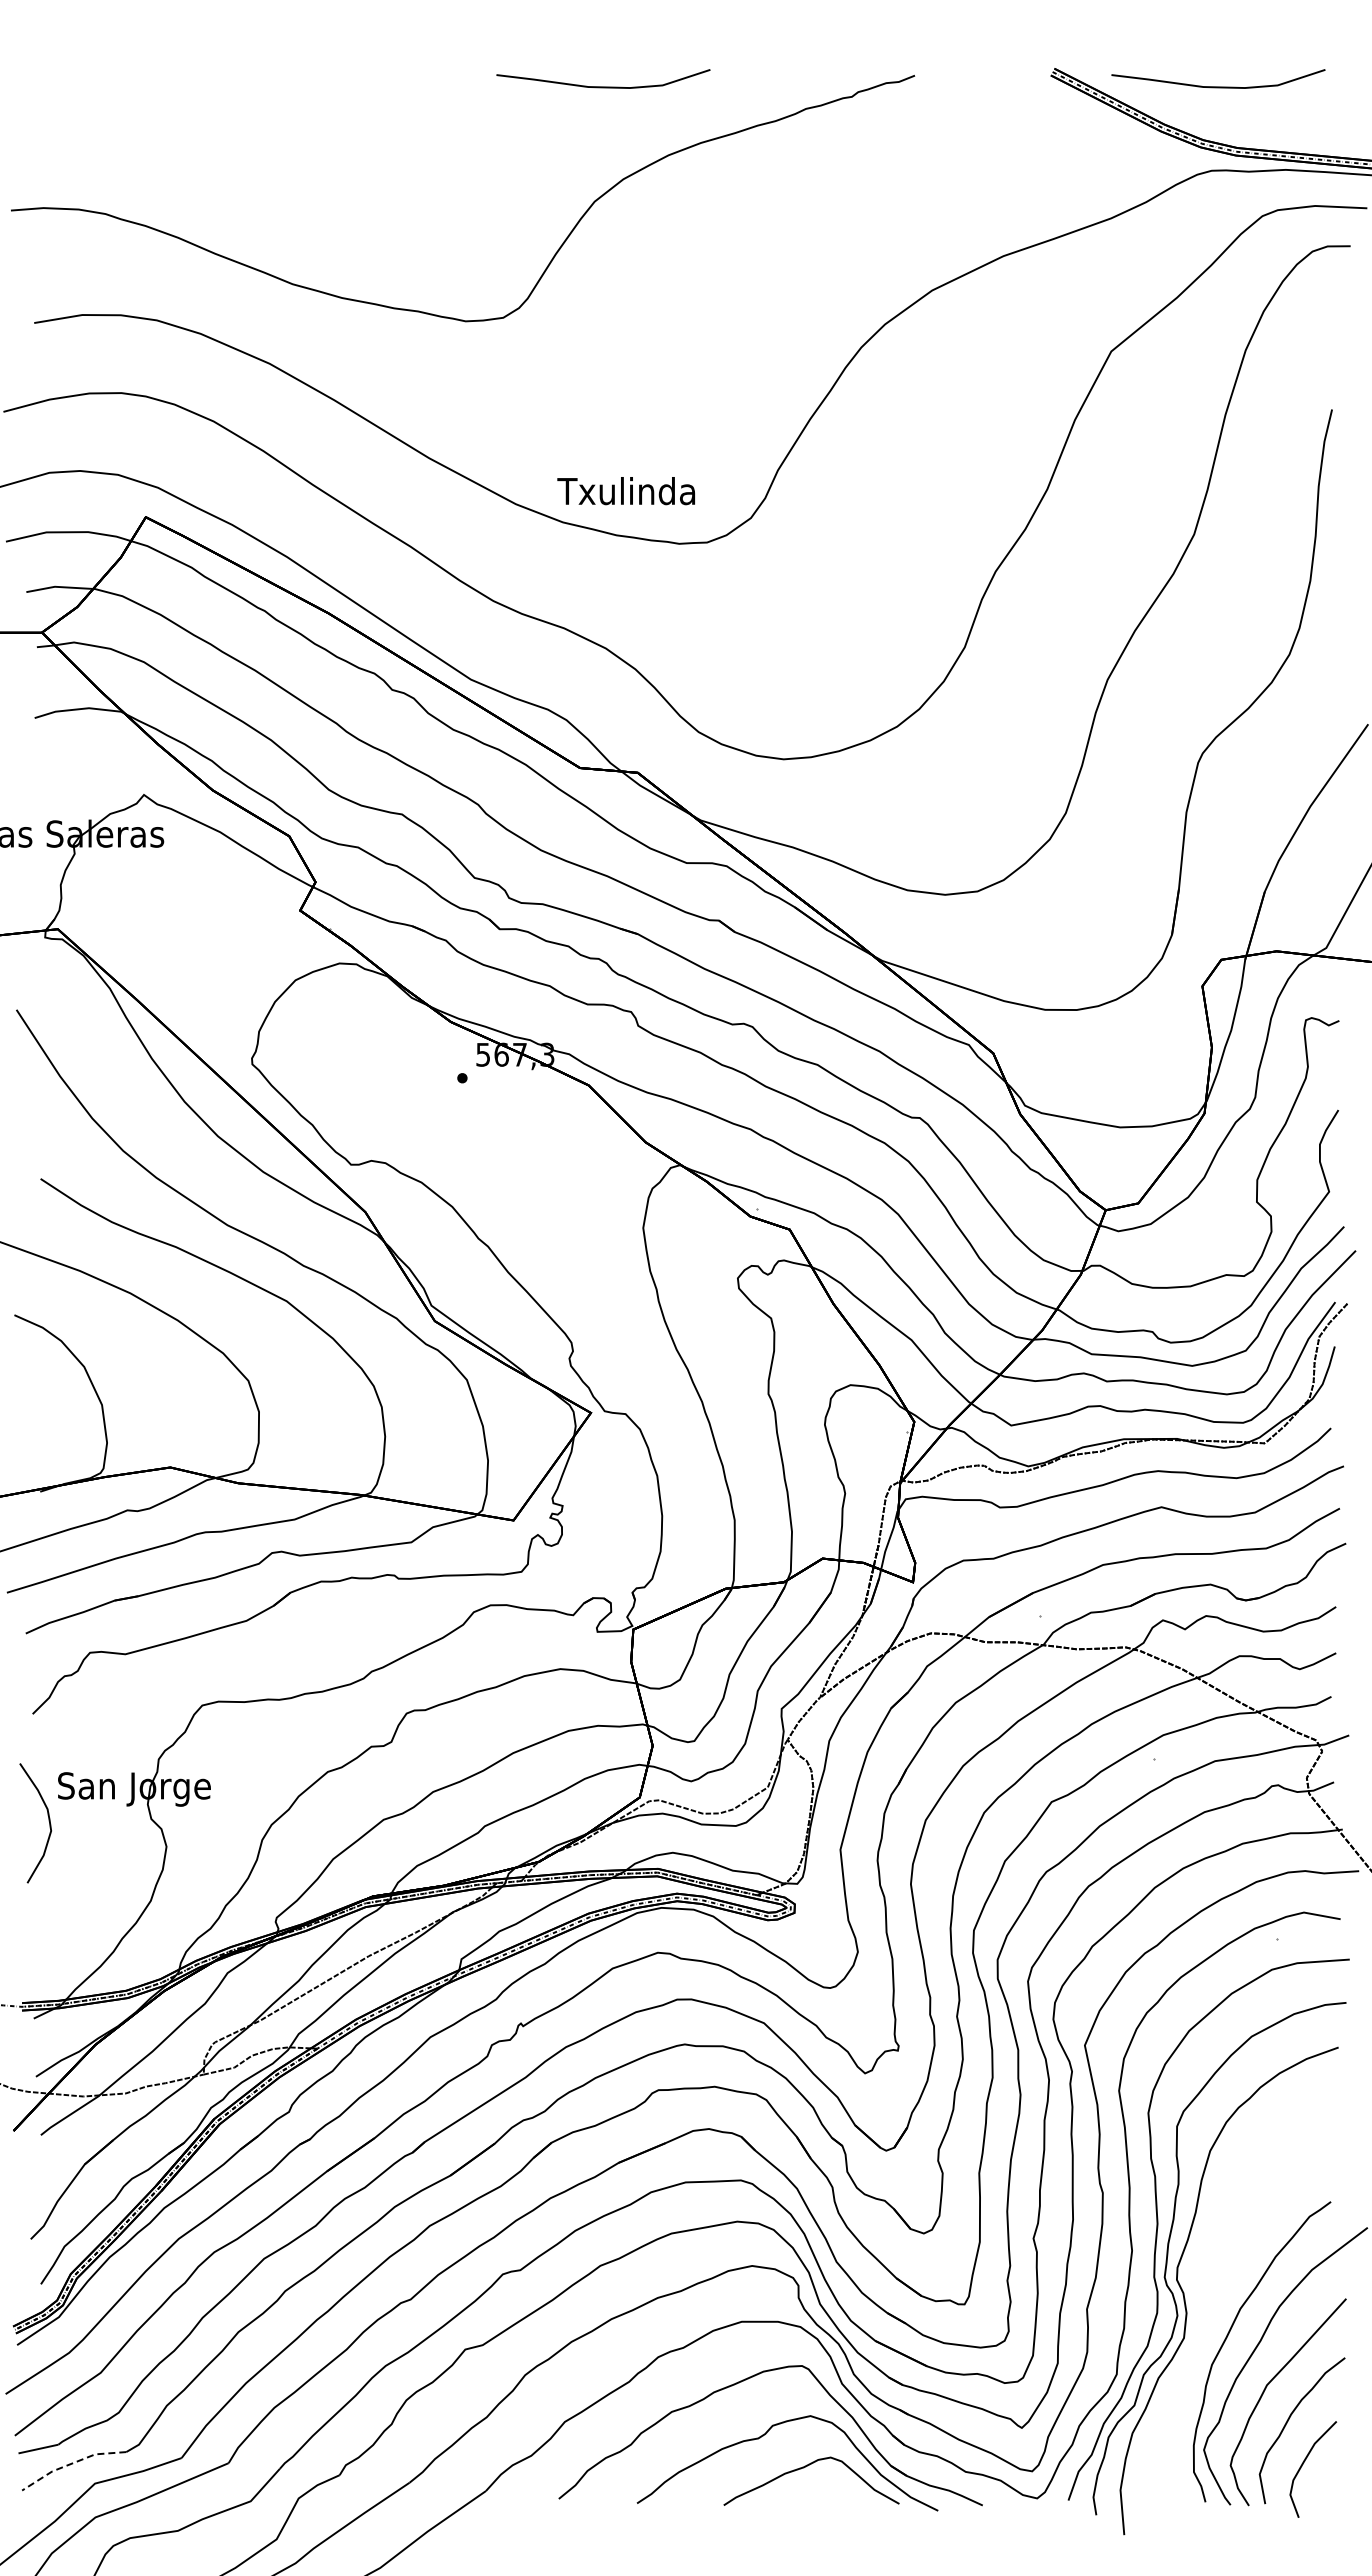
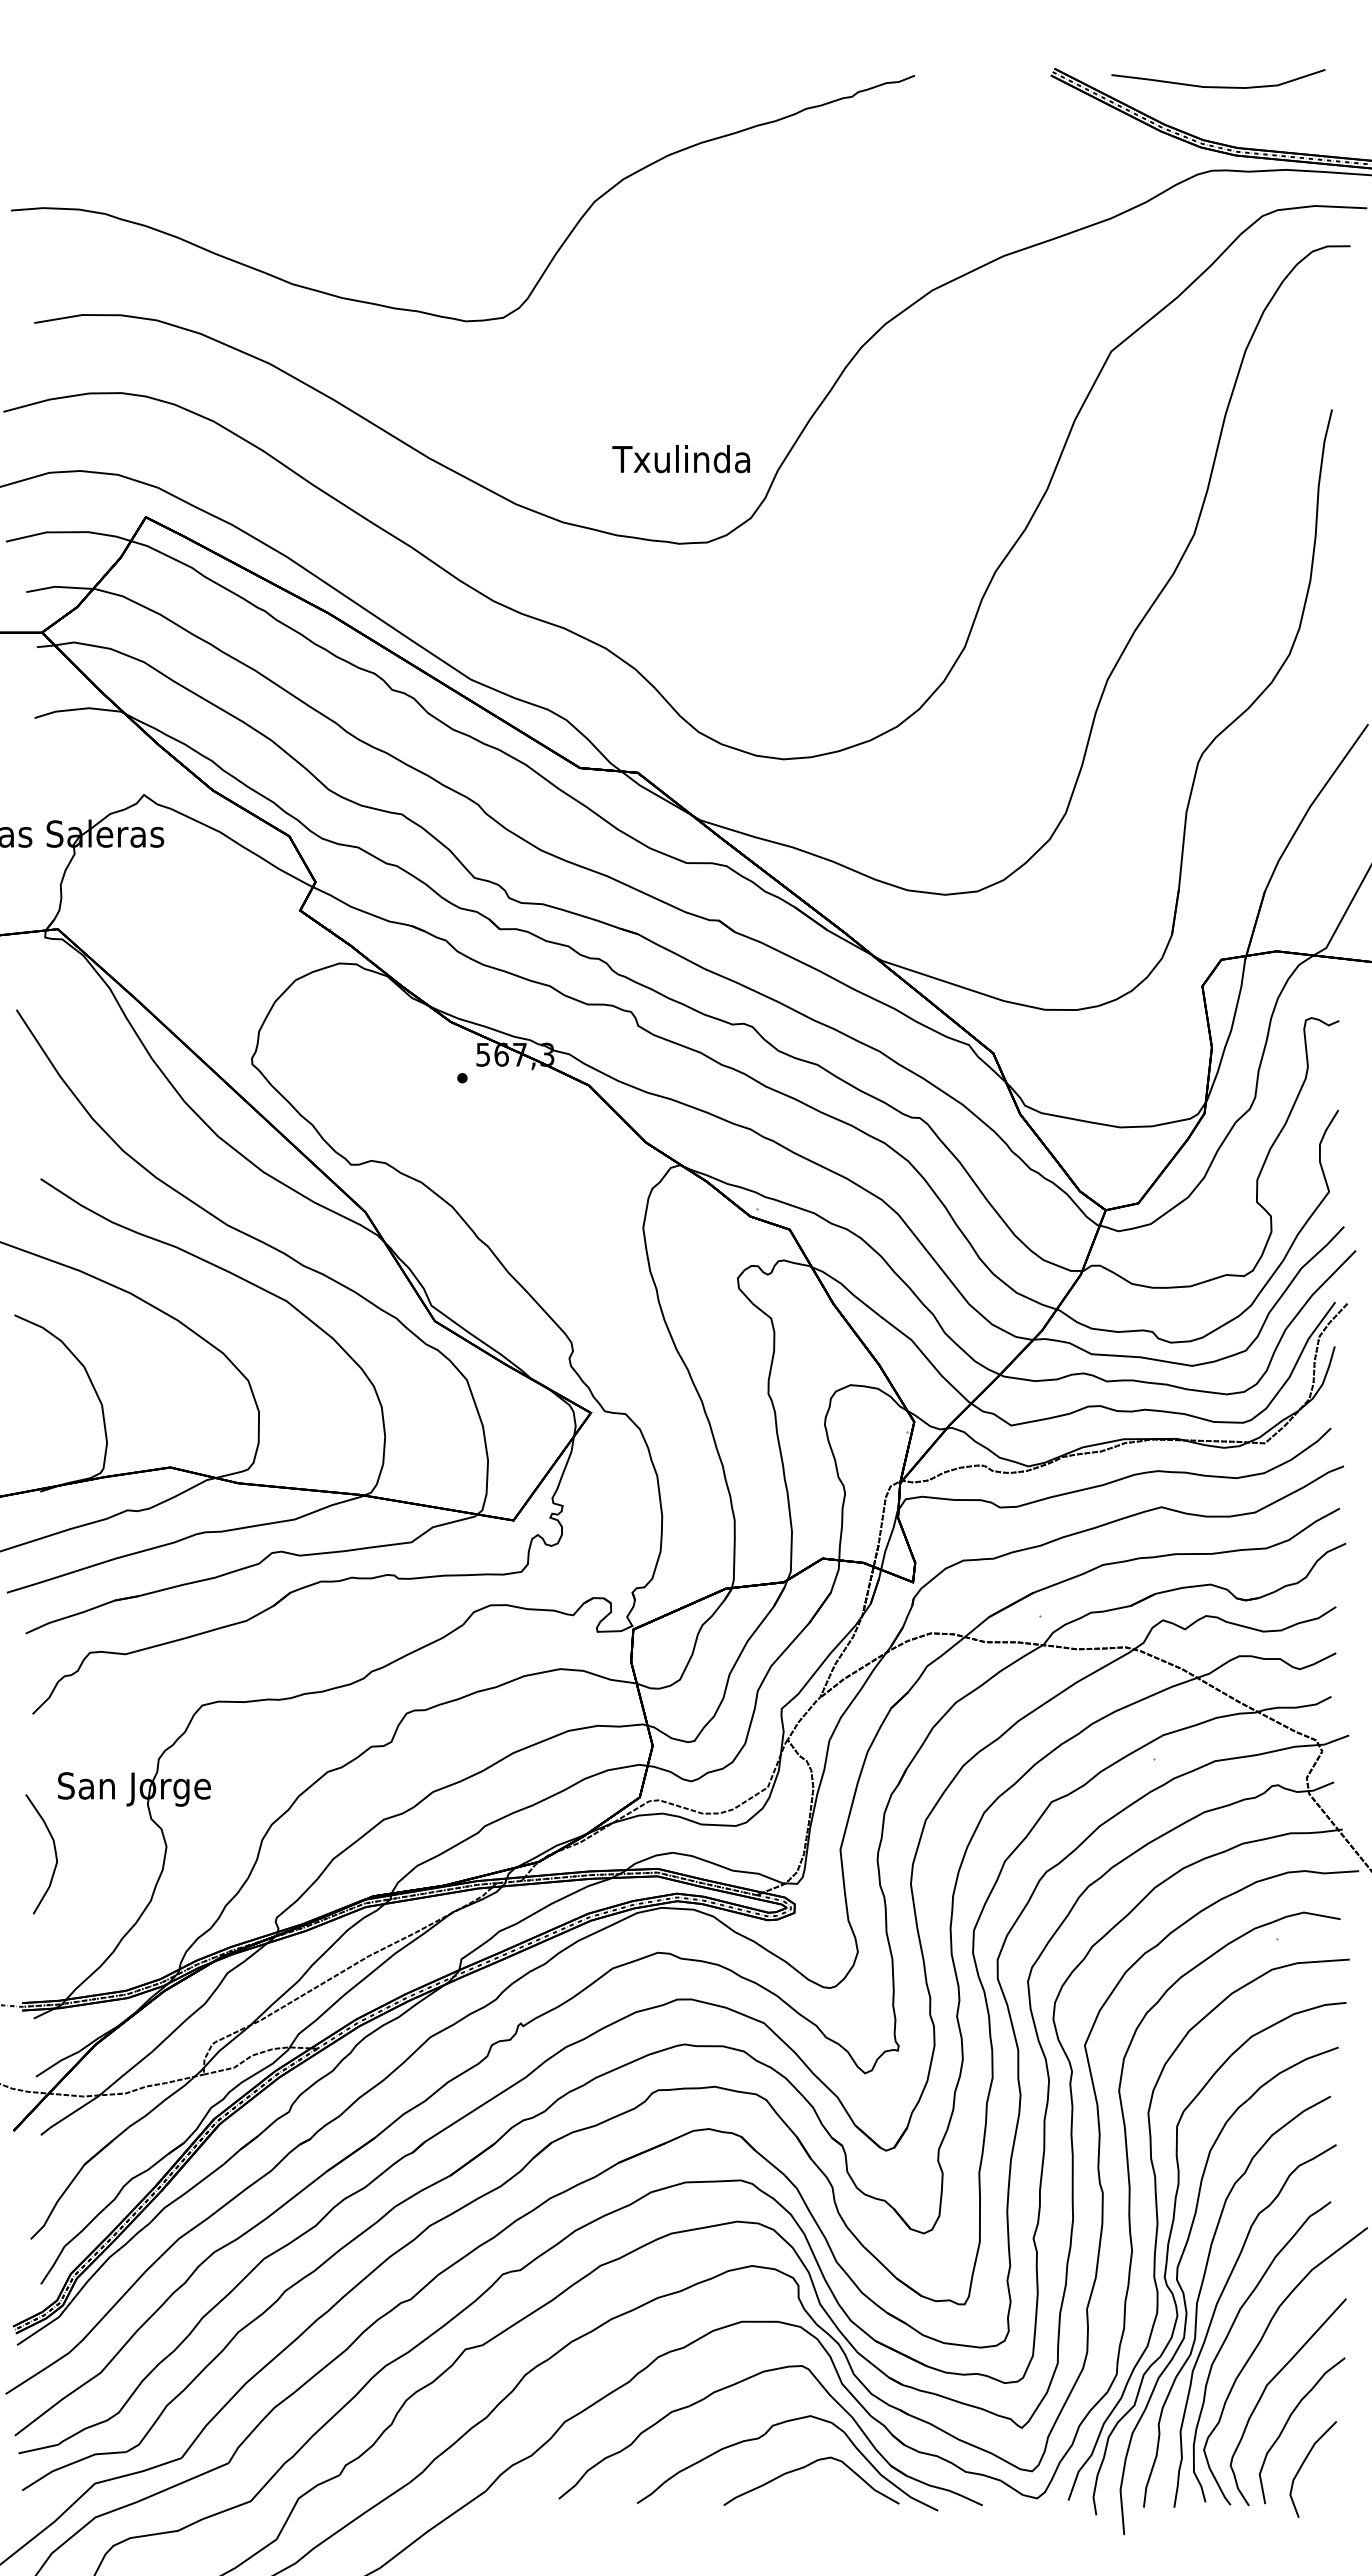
curve at (603, 86): present -> none
text at (625, 491) position: (625, 491) -> (680, 459)
curve at (48, 1821) position: (48, 1821) -> (54, 1852)
part at (1223, 2292): none -> present
line at (71, 2463): dashed -> solid
